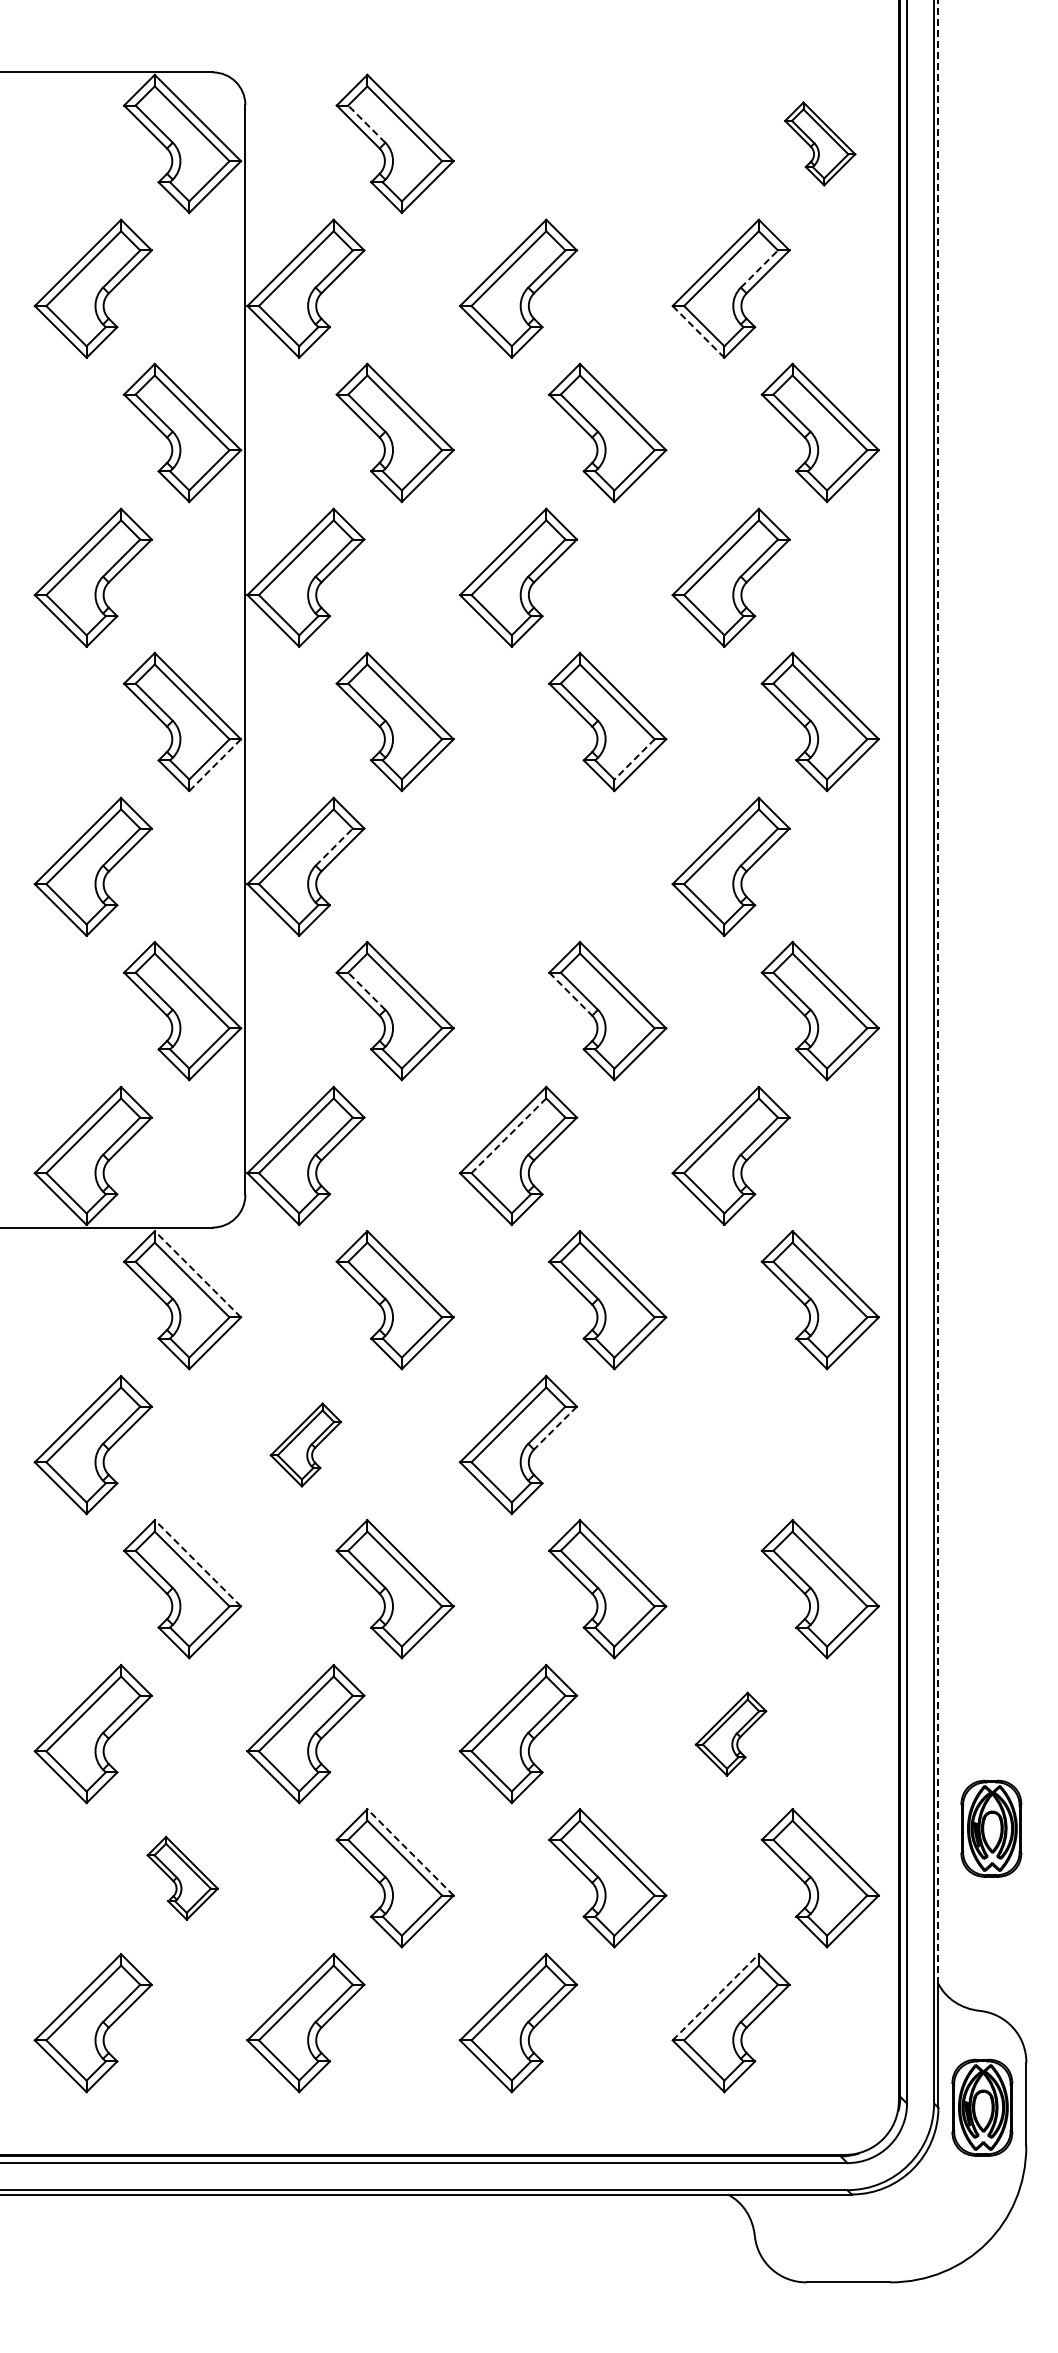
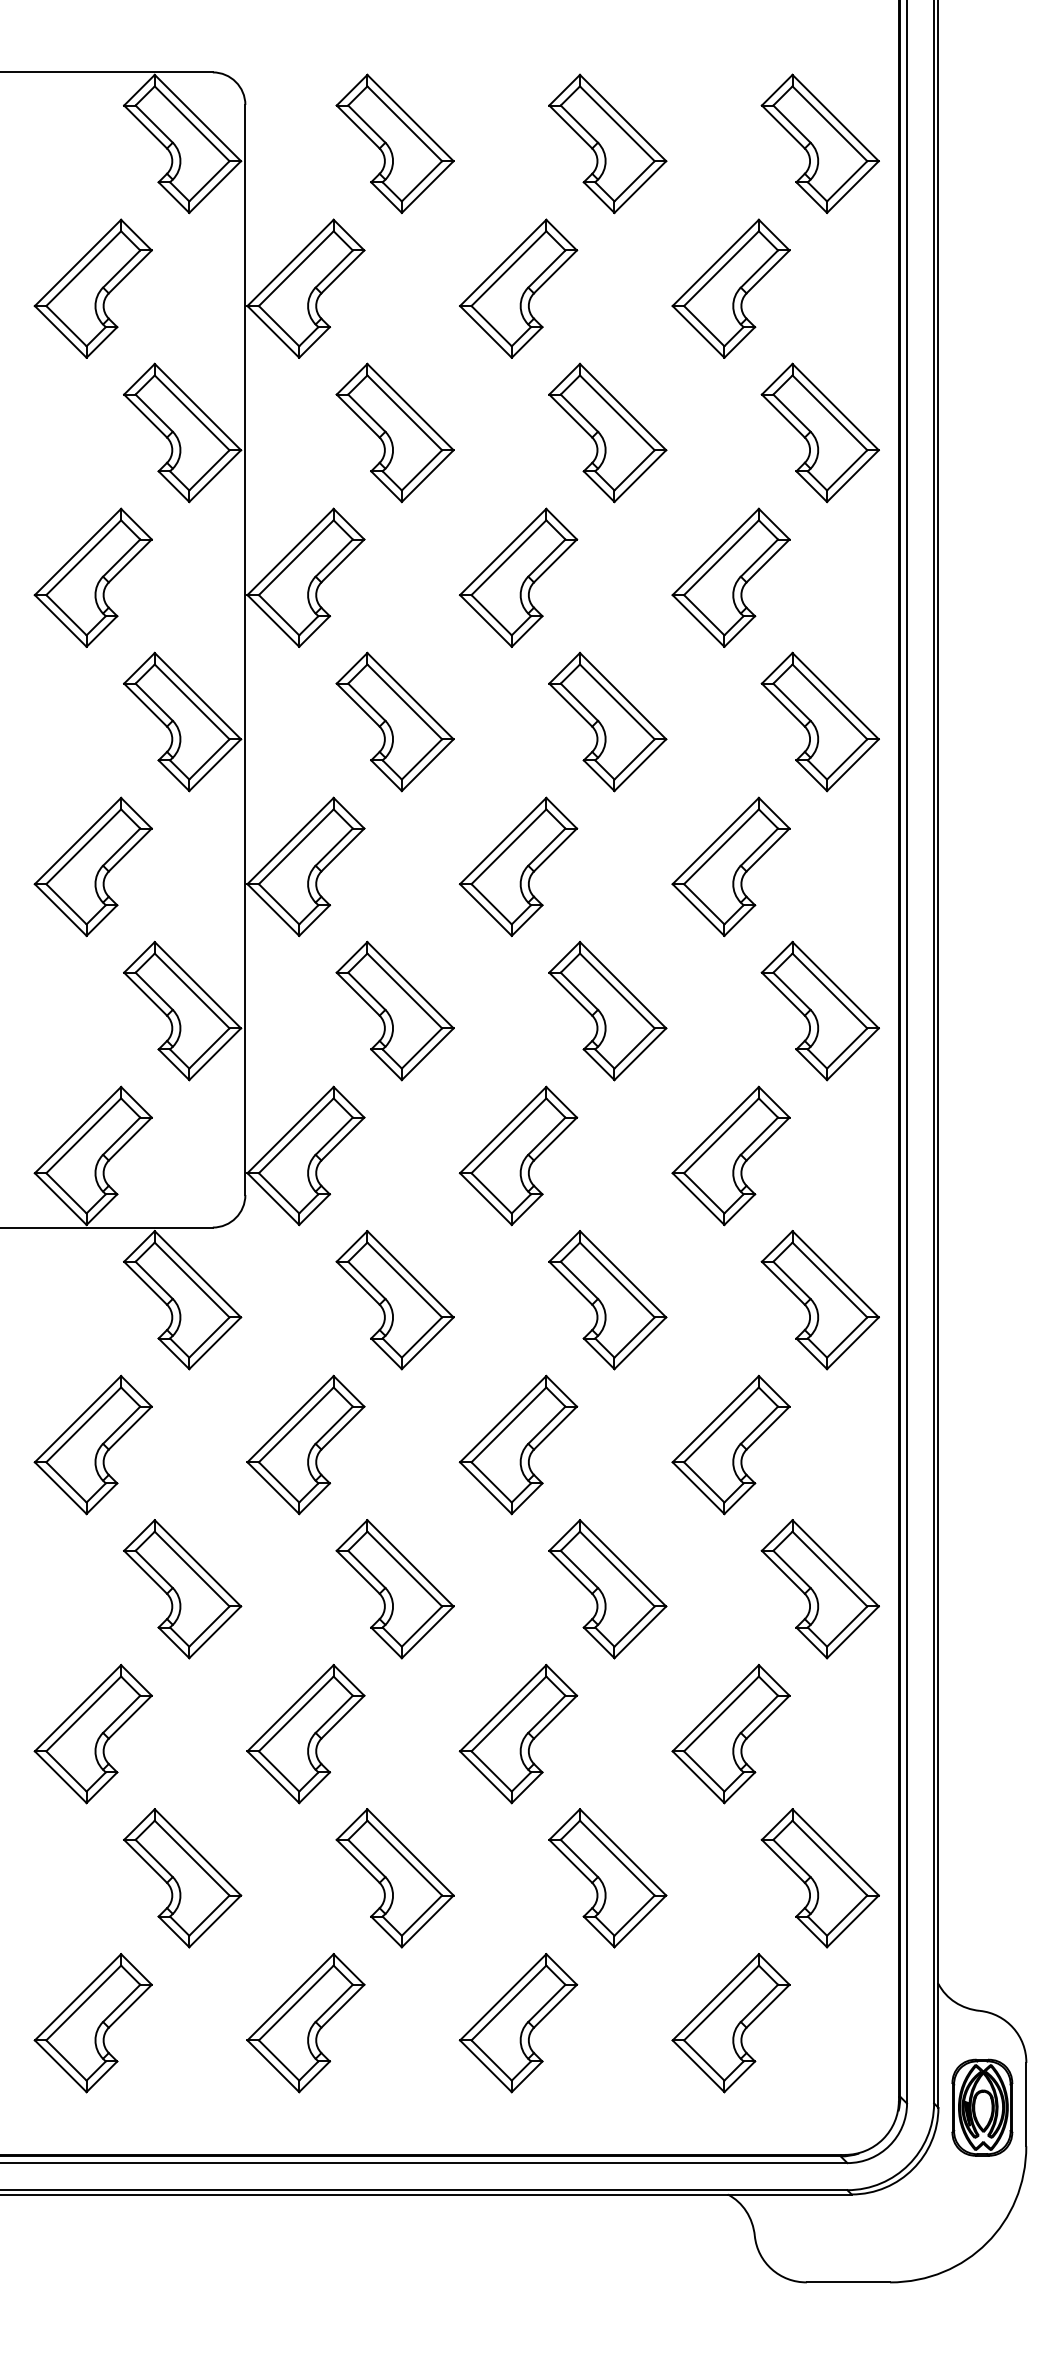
line at (366, 123): dashed -> solid
part at (607, 143): none -> present
part at (820, 143) size: 73x86 px -> 120x142 px
line at (759, 268): dashed -> solid
line at (698, 331): dashed -> solid
line at (634, 759): dashed -> solid
line at (215, 765): dashed -> solid
line at (334, 846): dashed -> solid
part at (518, 866): none -> present
line at (366, 990): dashed -> solid
line at (938, 991): dashed -> solid
line at (571, 994): dashed -> solid
line at (508, 1135): dashed -> solid
line at (197, 1274): dashed -> solid
line at (555, 1428): dashed -> solid
part at (305, 1444) size: 74x86 px -> 120x142 px
part at (730, 1444): none -> present
line at (197, 1563): dashed -> solid
part at (730, 1733) size: 74x86 px -> 120x141 px
part at (991, 1828): present -> none
line at (410, 1852): dashed -> solid
part at (182, 1877) size: 73x86 px -> 120x141 px
line at (715, 1997): dashed -> solid
